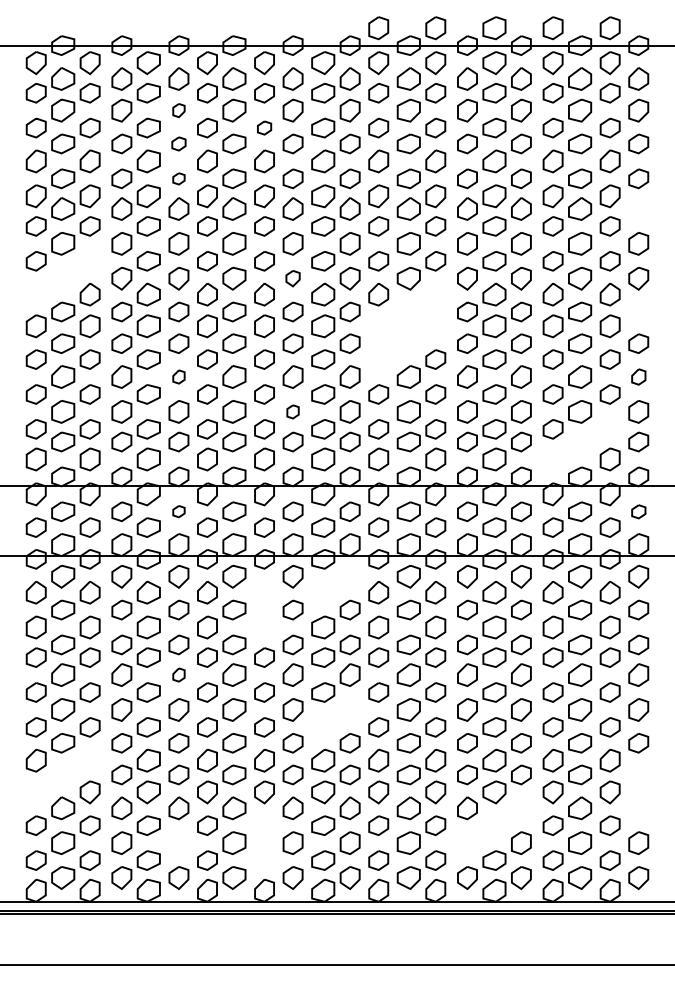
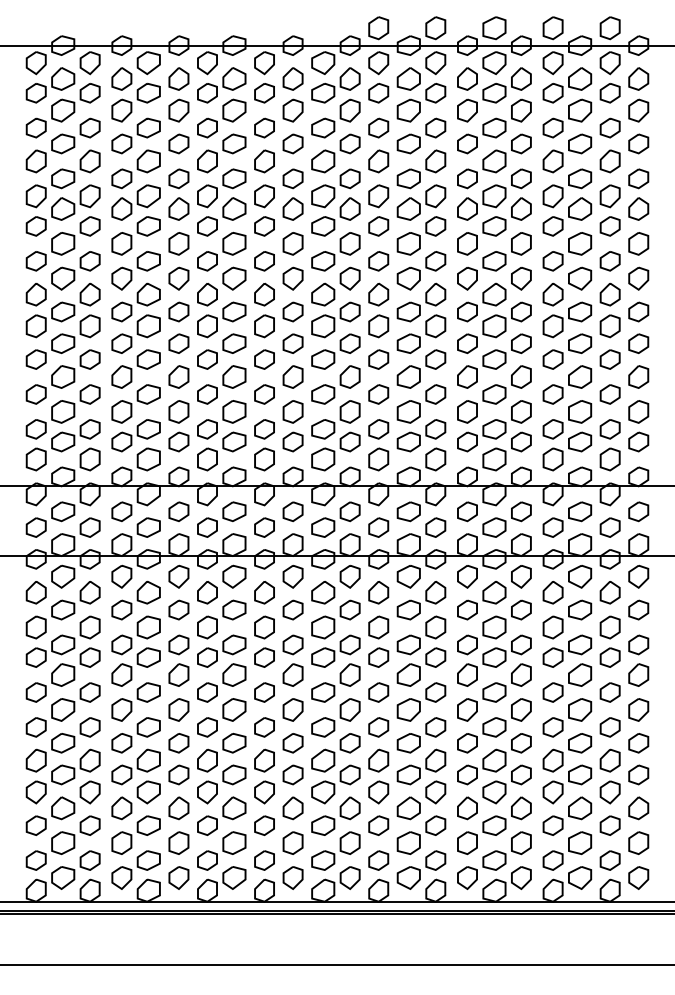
part at (178, 110) size: 14x15 px -> 22x25 px
part at (264, 127) size: 16x16 px -> 21x22 px
part at (178, 143) size: 16x16 px -> 22x22 px
part at (178, 178) size: 14x14 px -> 22x22 px
part at (638, 208): none -> present
part at (62, 278): none -> present
part at (292, 278) size: 16x18 px -> 22x25 px
part at (638, 311): none -> present
part at (407, 325): none -> present
part at (178, 376) size: 14x16 px -> 22x24 px
part at (638, 376) size: 16x18 px -> 22x24 px
part at (292, 411) size: 14x16 px -> 22x24 px
part at (581, 445): none -> present
part at (178, 511) size: 14x14 px -> 22x21 px
part at (638, 511) size: 16x16 px -> 22x22 px
part at (335, 584): none -> present
part at (264, 592): none -> present
part at (264, 627): none -> present
part at (178, 674) size: 14x16 px -> 22x24 px
part at (335, 717): none -> present
part at (638, 774): none -> present
part at (62, 776): none -> present
part at (638, 808): none -> present
part at (264, 825): none -> present
part at (494, 825): none -> present
part at (178, 842): none -> present
part at (264, 860): none -> present
